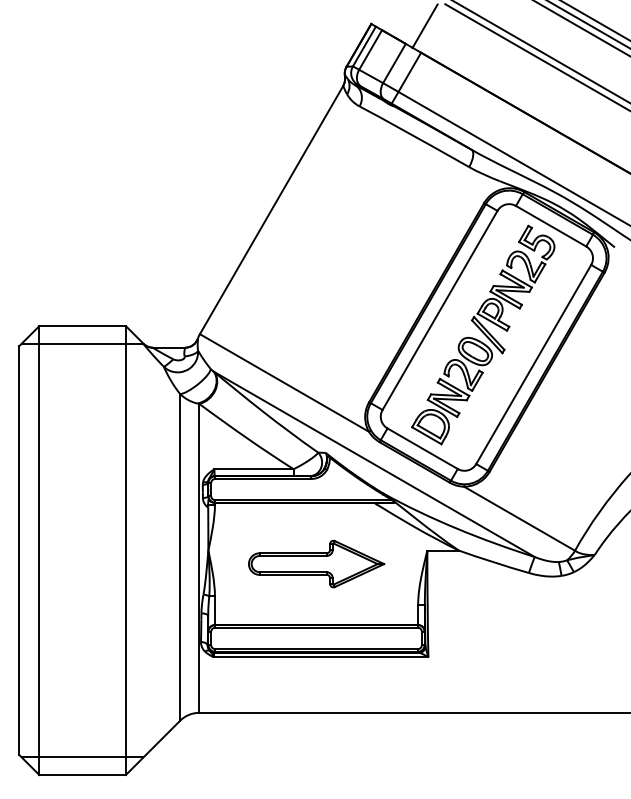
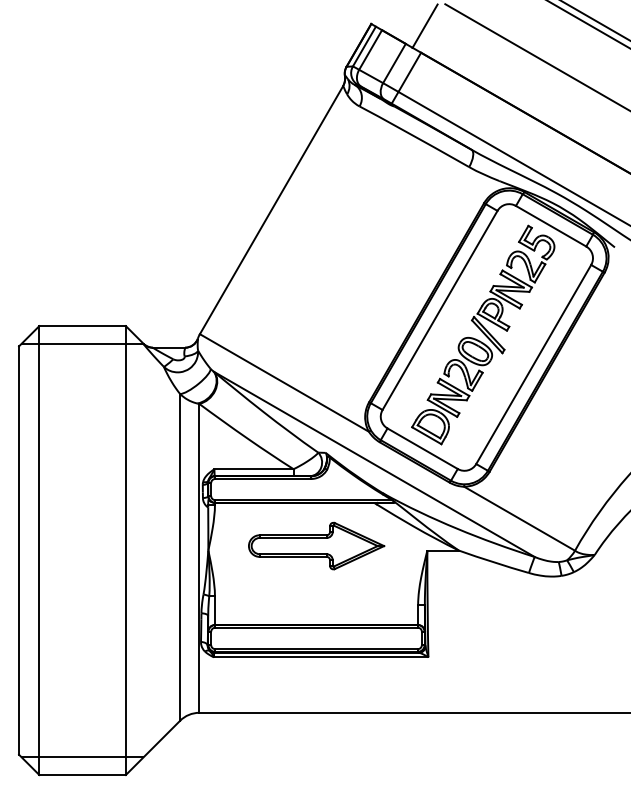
line at (581, 28): present -> none
line at (541, 51): present -> none
part at (316, 563) position: (316, 563) -> (316, 545)
